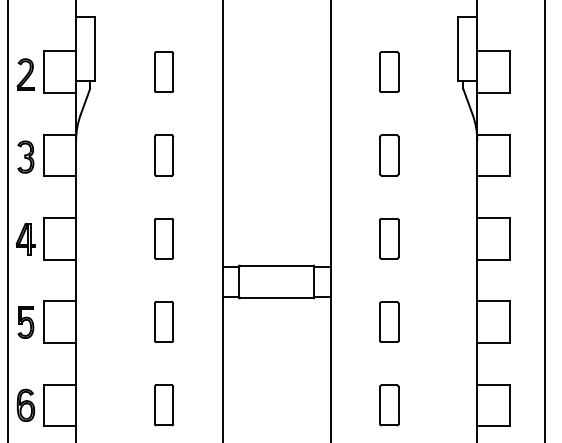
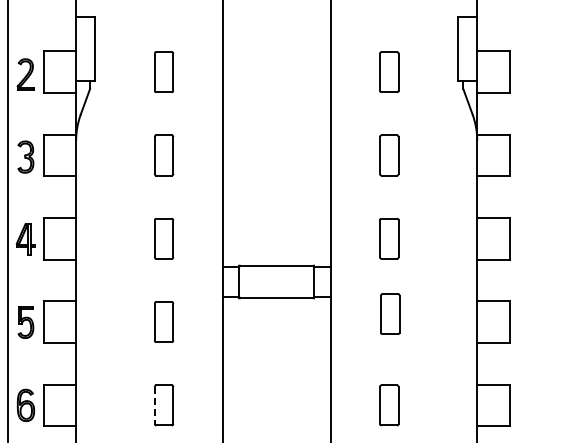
line at (545, 220): present -> none
part at (389, 321) position: (389, 321) -> (390, 313)
line at (154, 405): solid -> dashed
